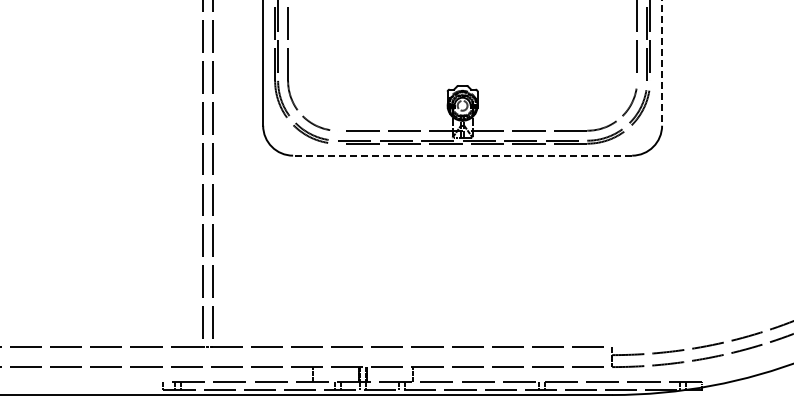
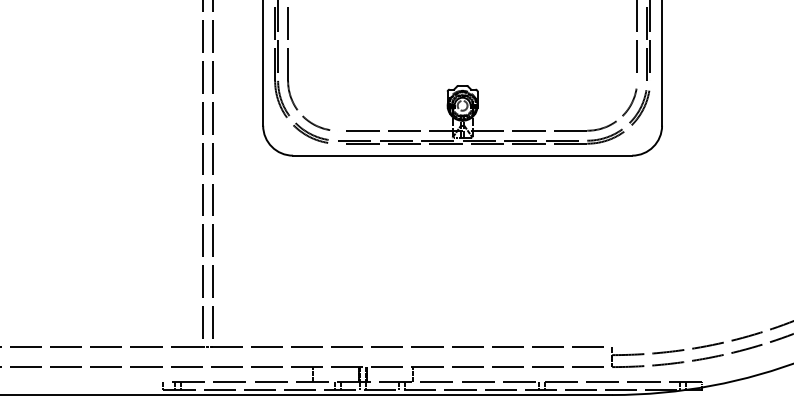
line at (662, 63): dashed -> solid
line at (462, 155): dashed -> solid
